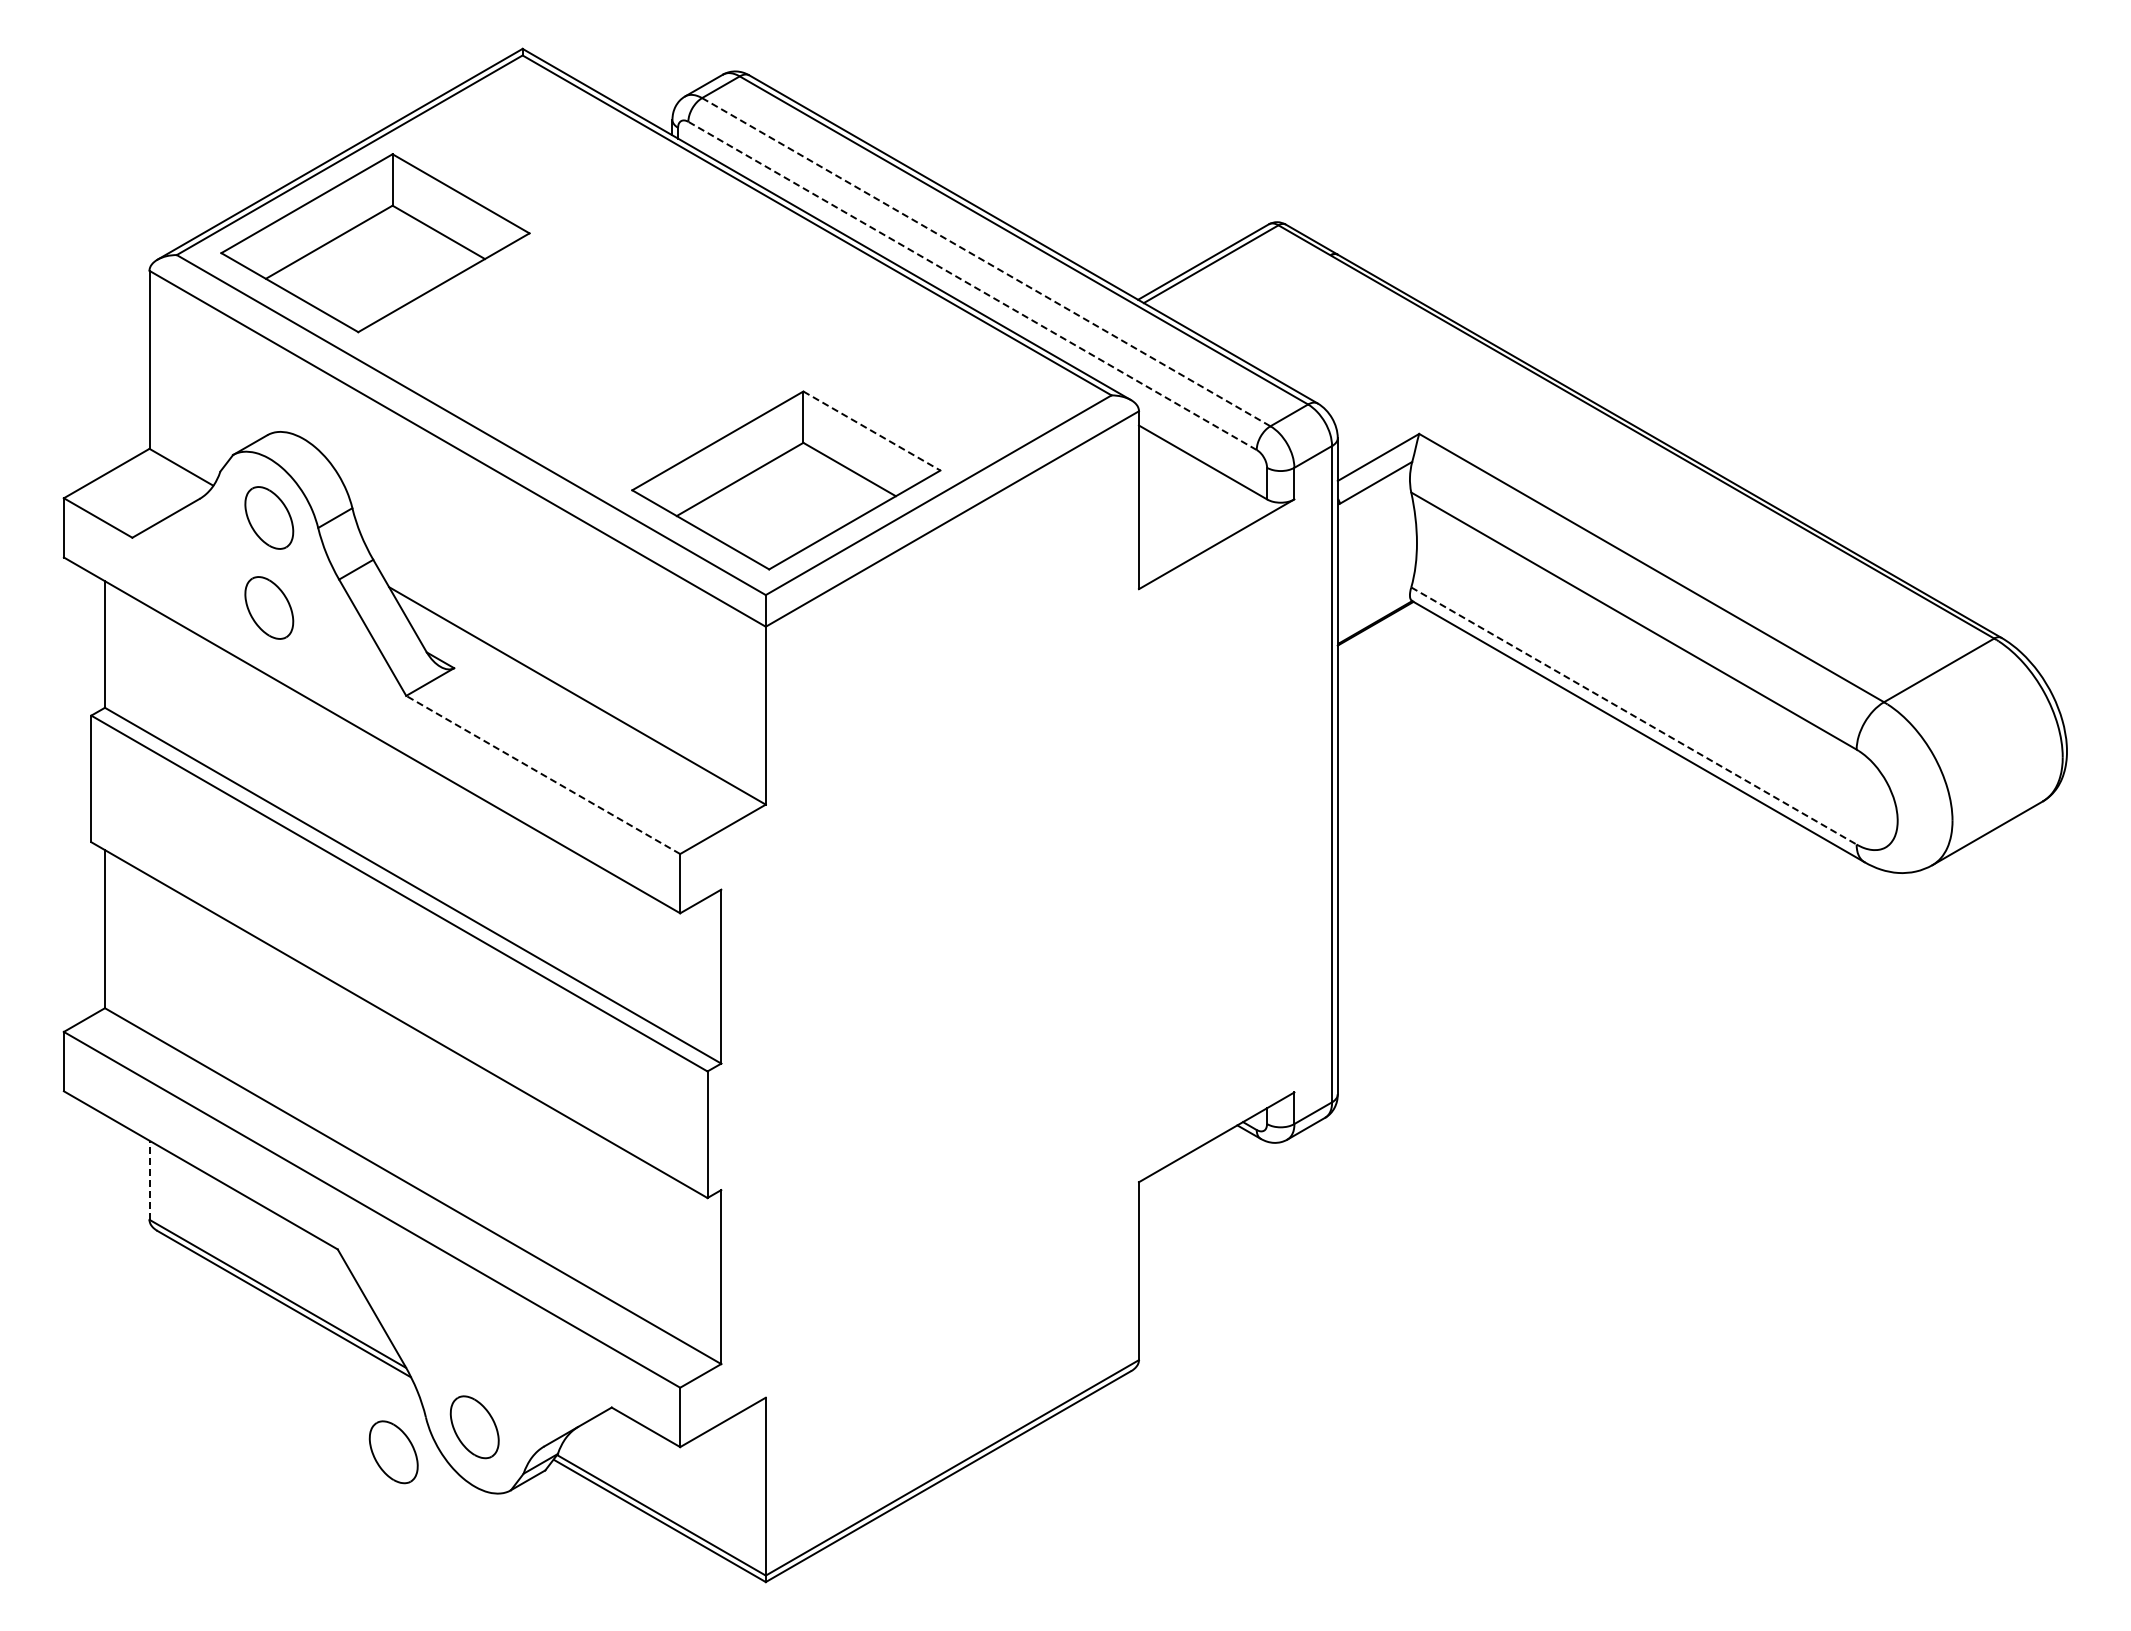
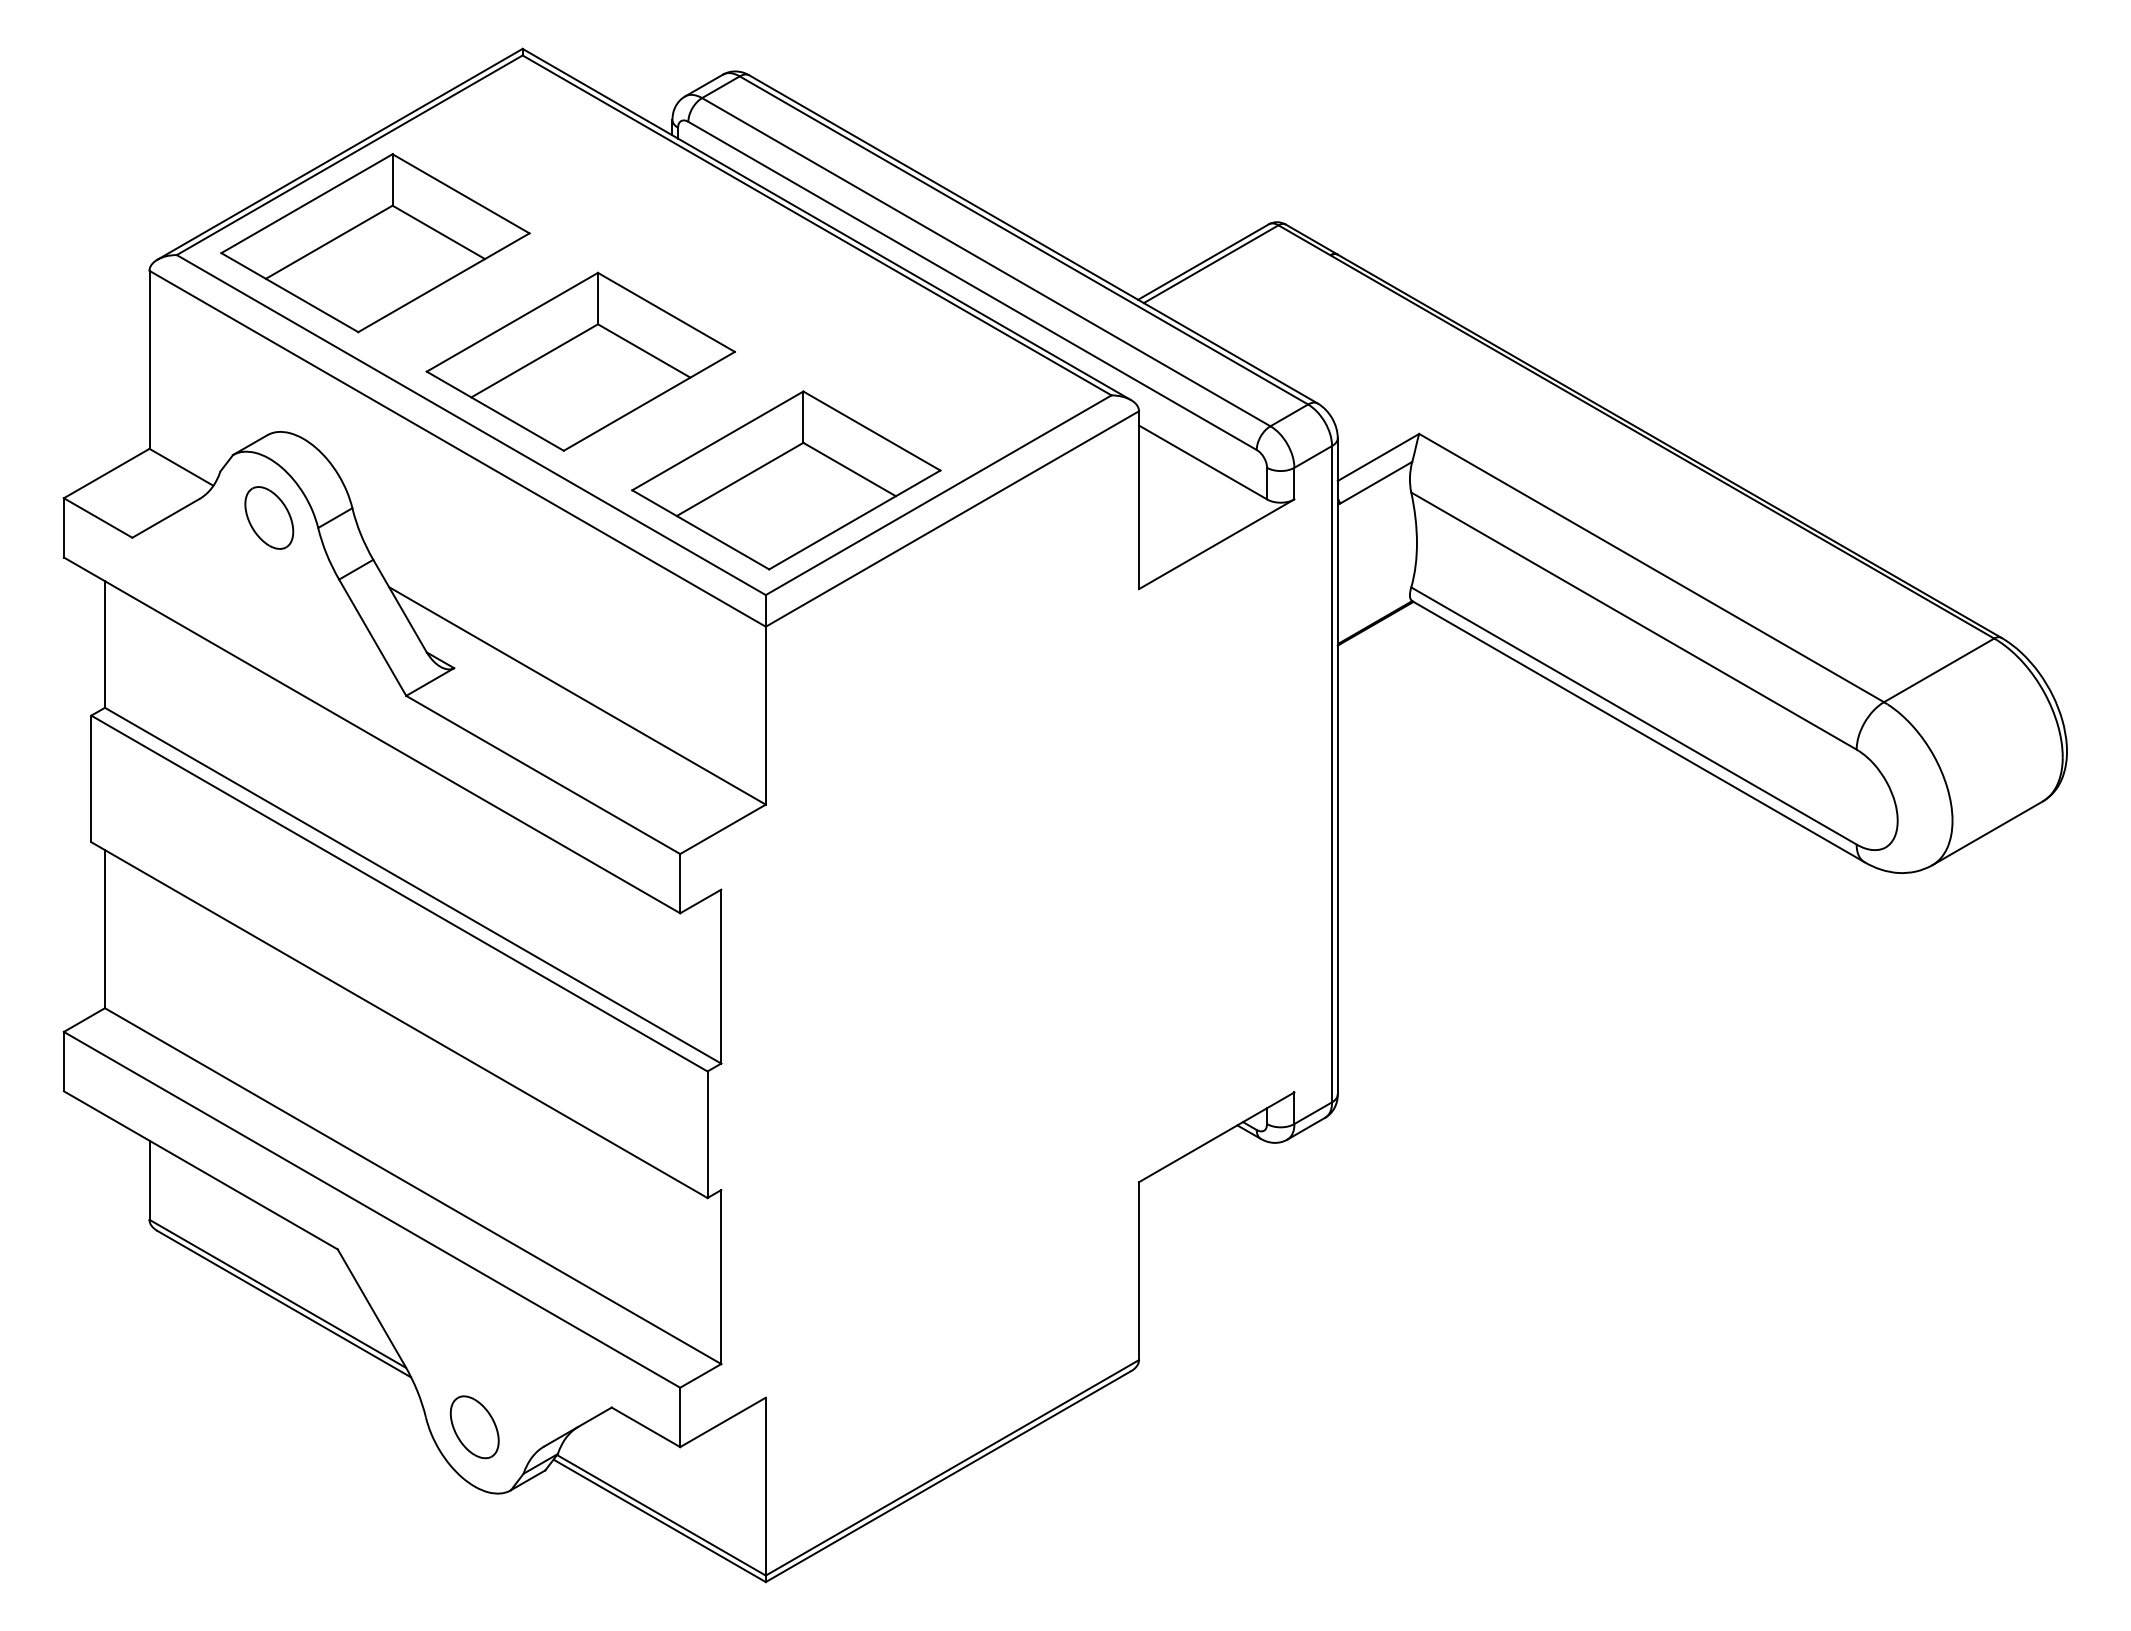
line at (986, 262): dashed -> solid
line at (972, 285): dashed -> solid
part at (580, 361): none -> present
line at (872, 431): dashed -> solid
part at (269, 607): present -> none
line at (1634, 716): dashed -> solid
line at (542, 774): dashed -> solid
line at (149, 1180): dashed -> solid
part at (393, 1452): present -> none
